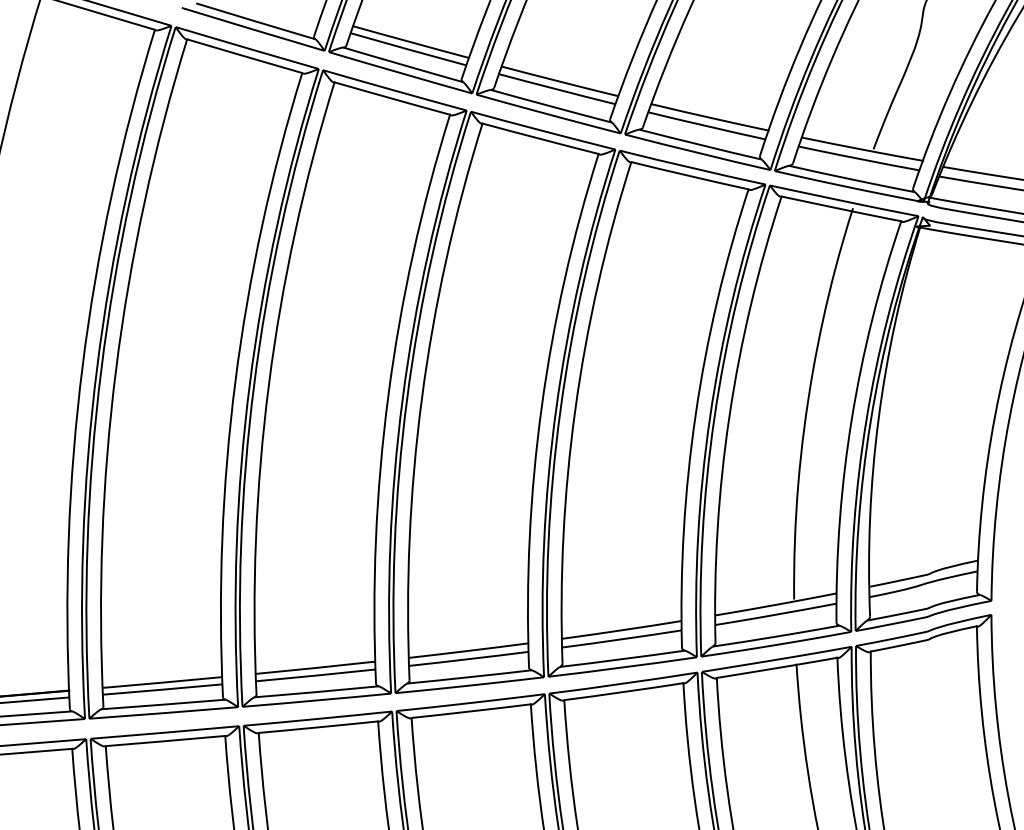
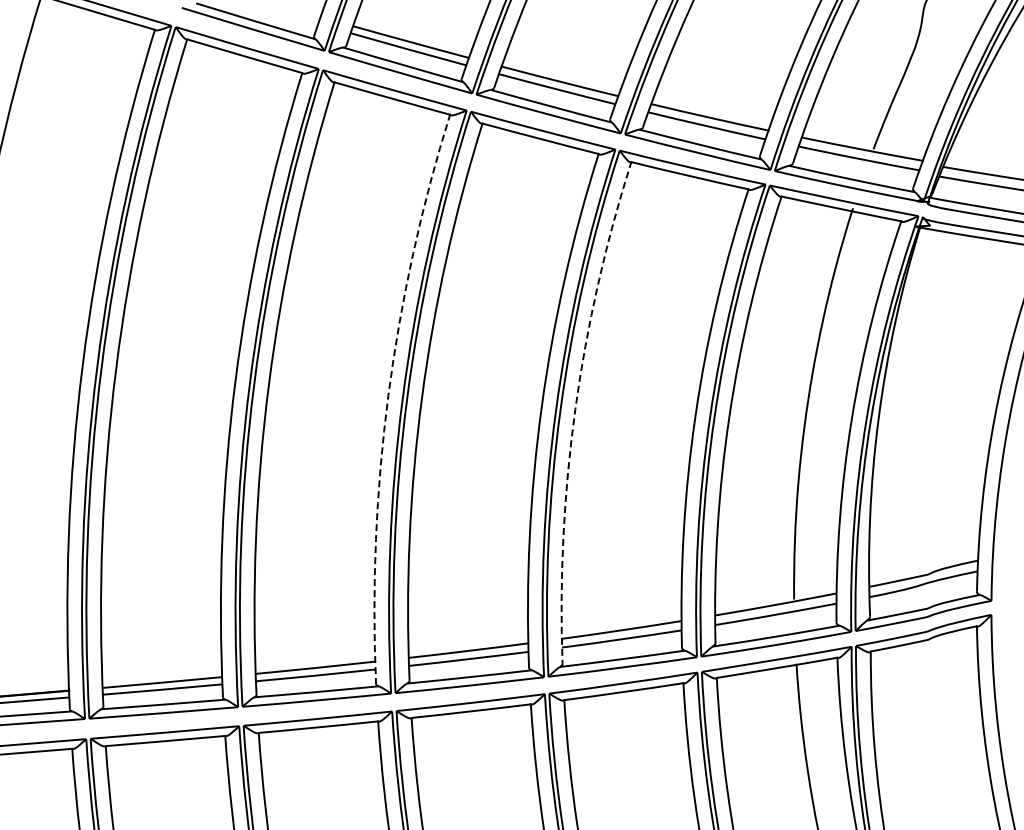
arc at (388, 395): solid -> dashed
arc at (575, 409): solid -> dashed
